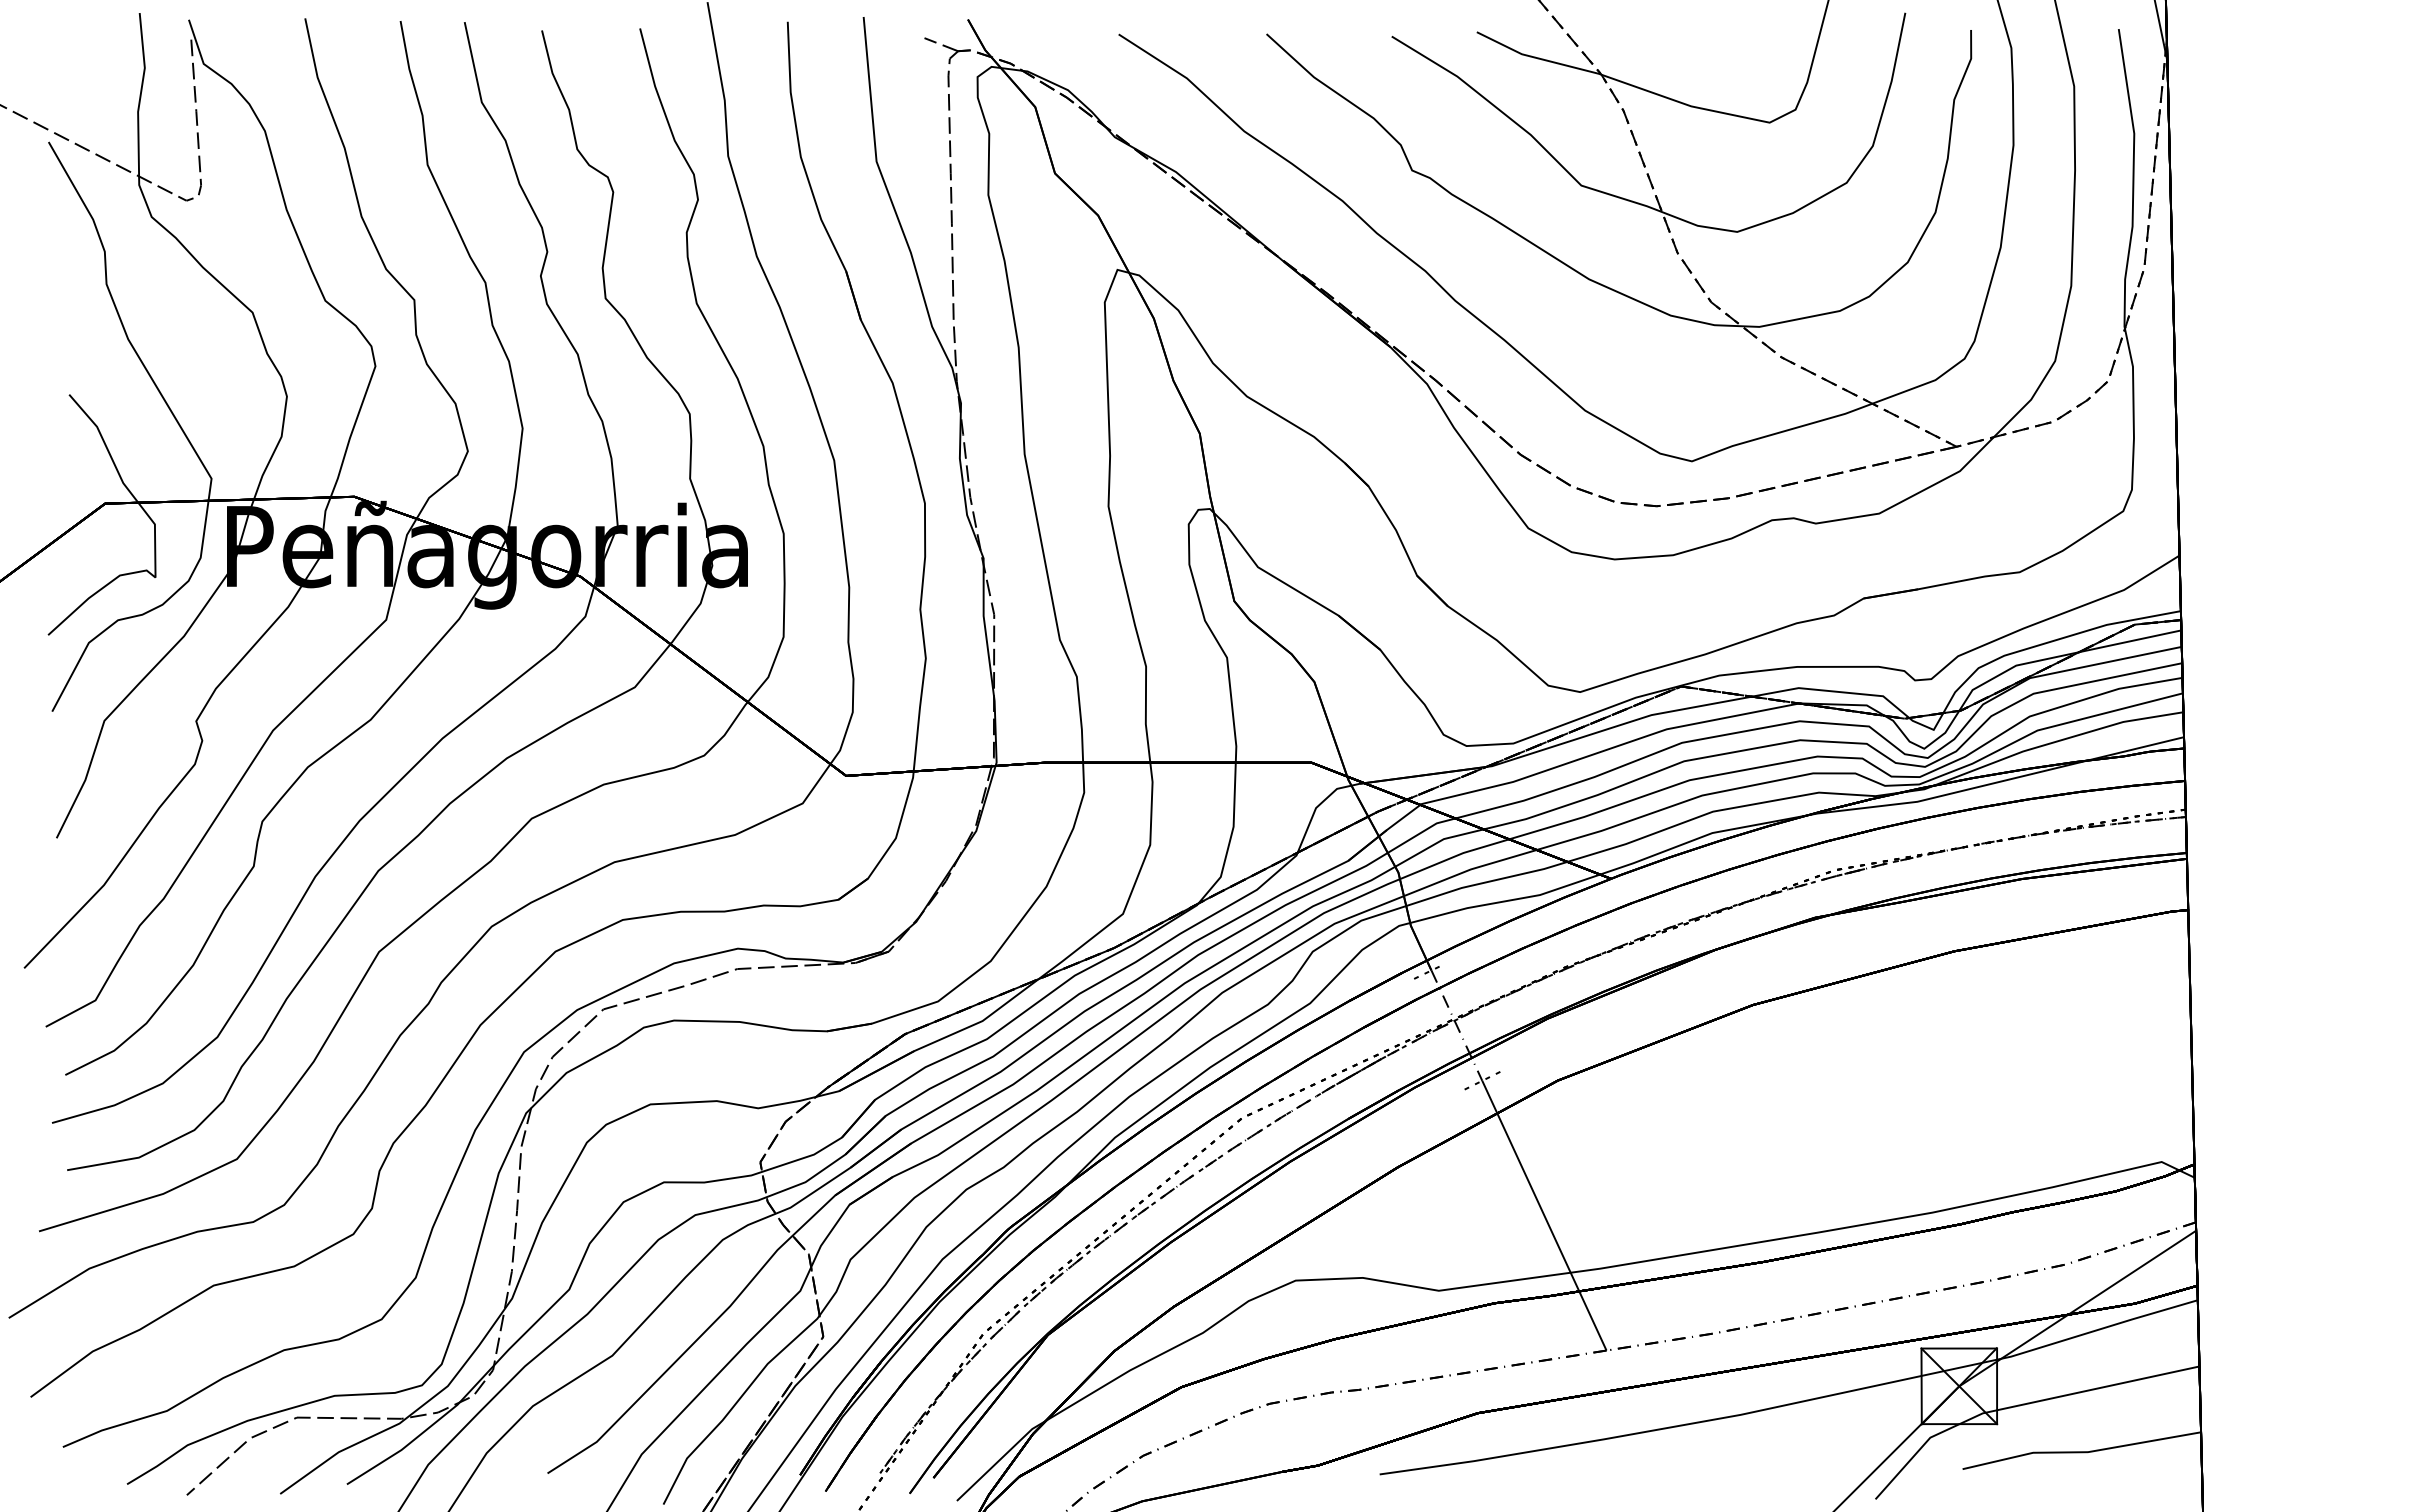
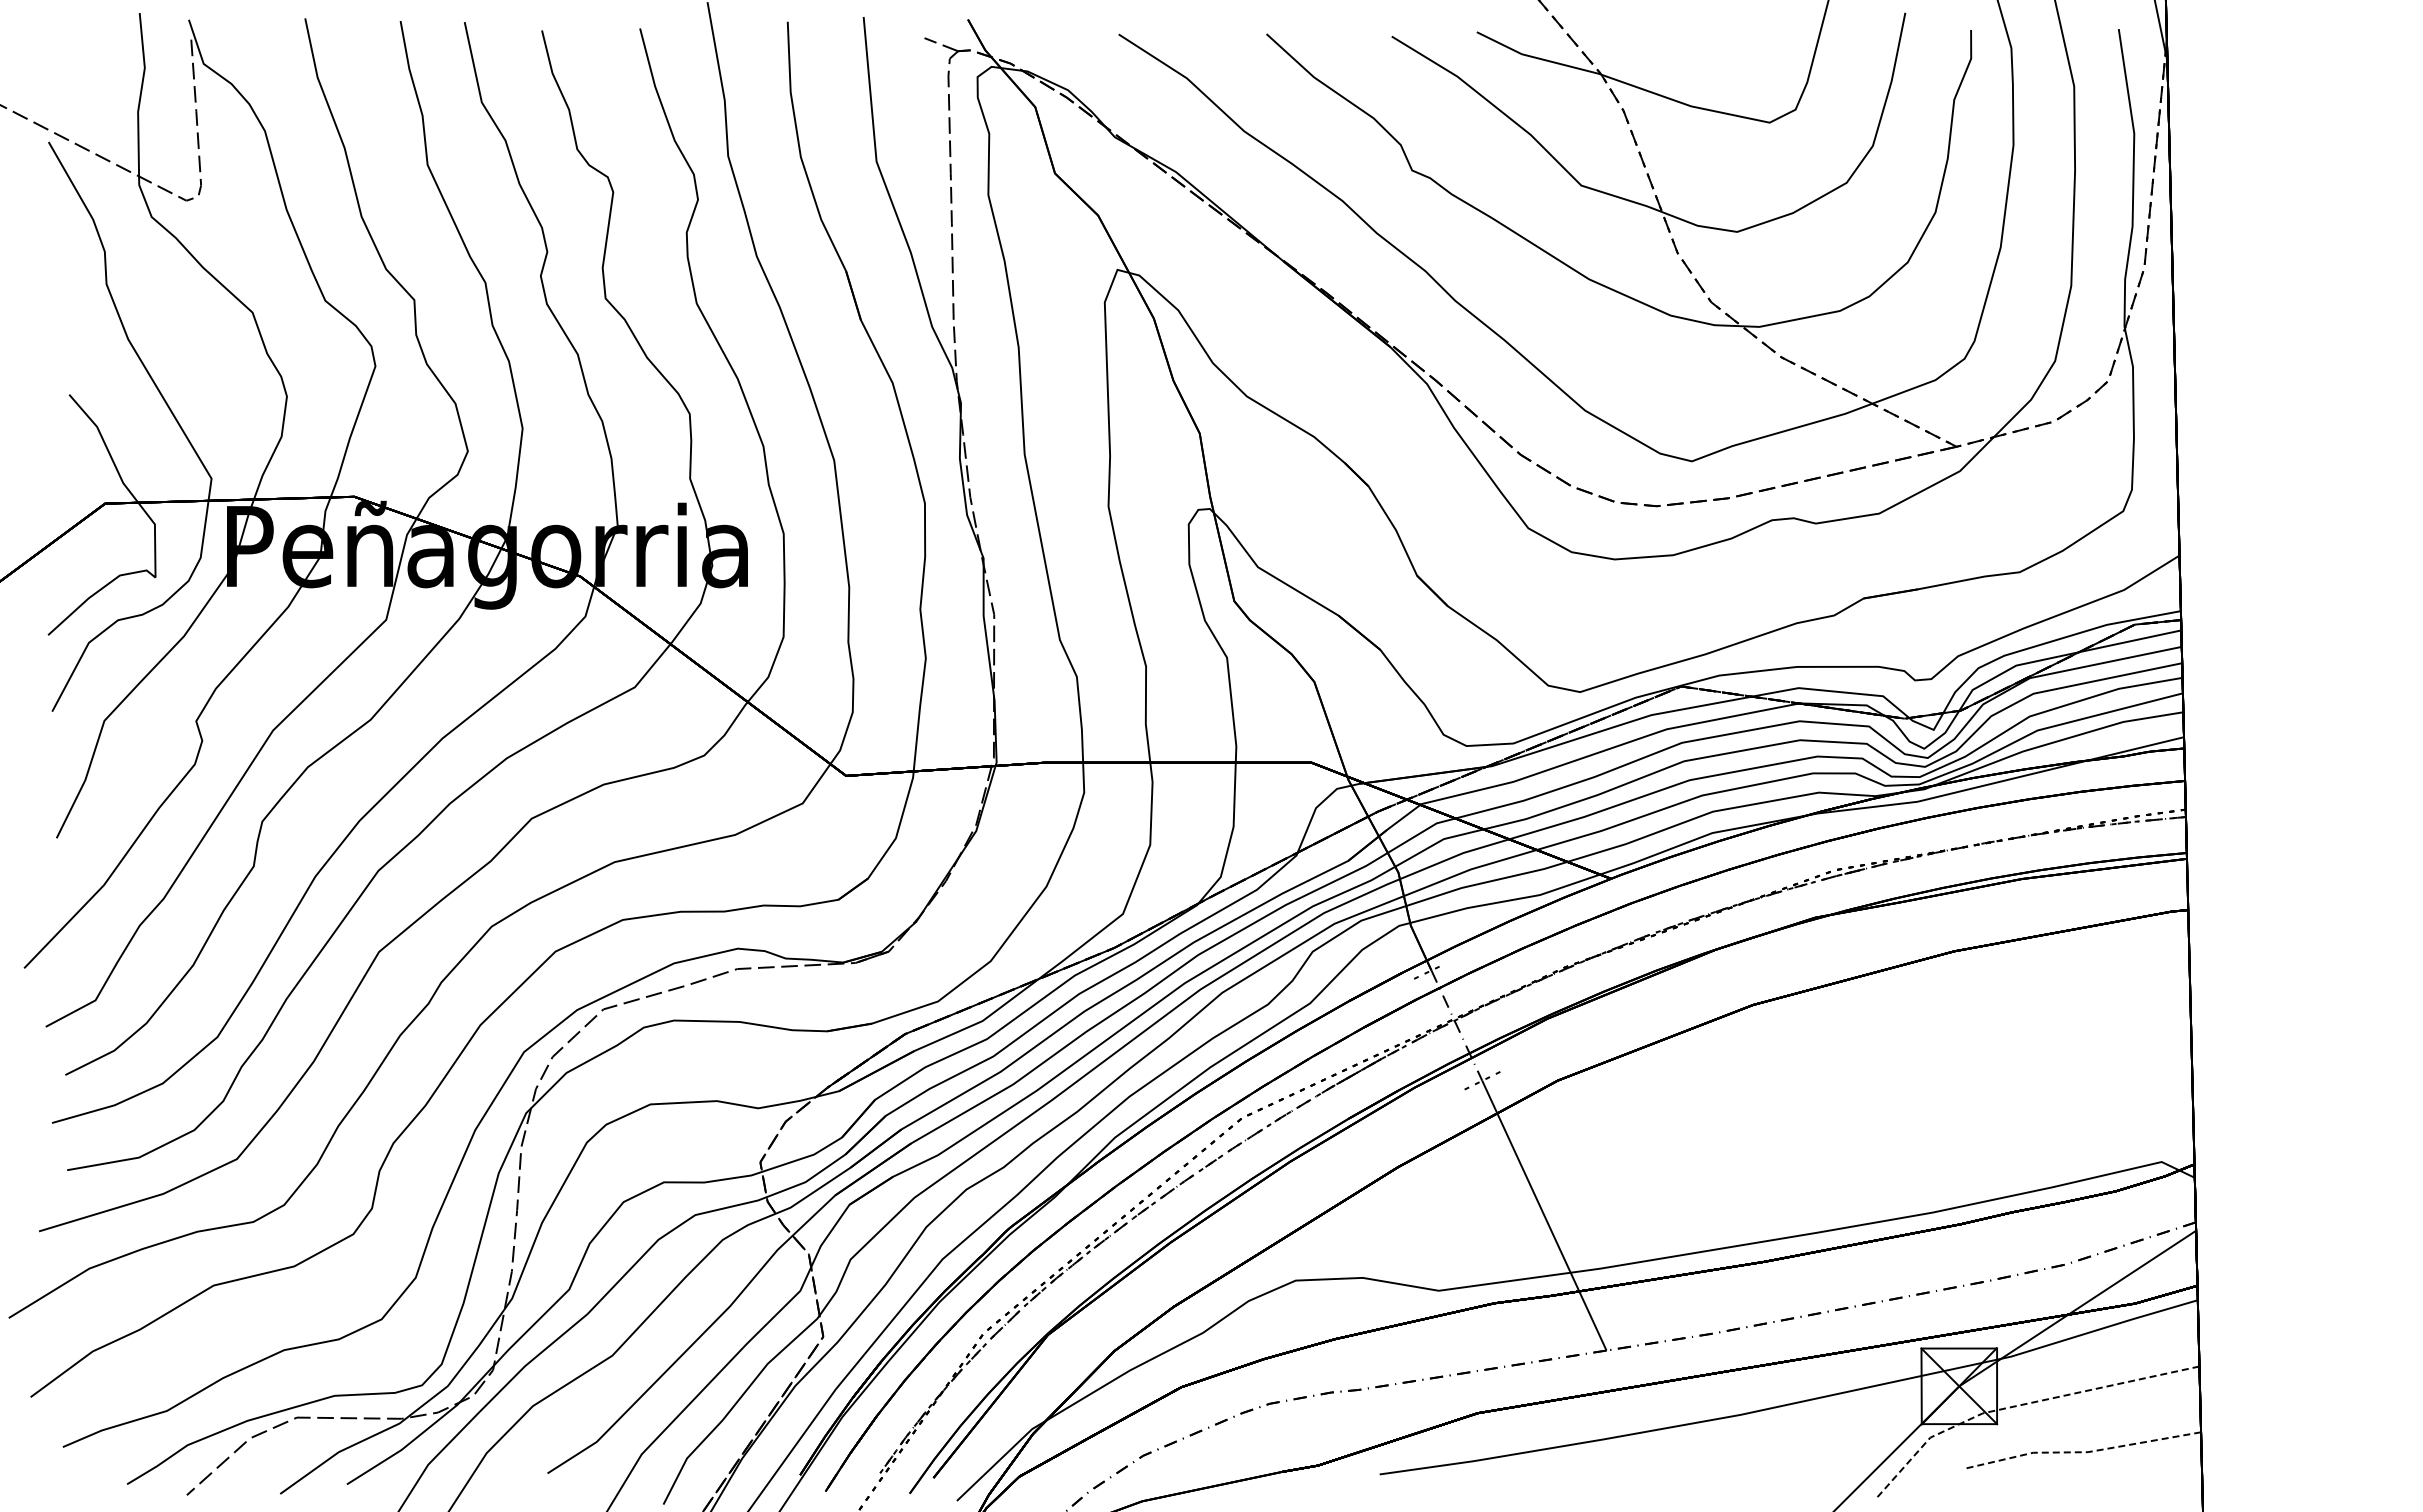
line at (2020, 1405): solid -> dashed
line at (2081, 1452): solid -> dashed
